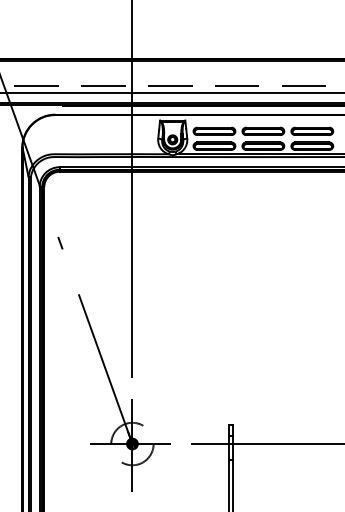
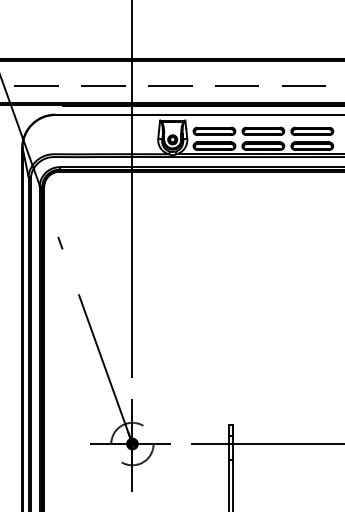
line at (171, 93): present -> none
